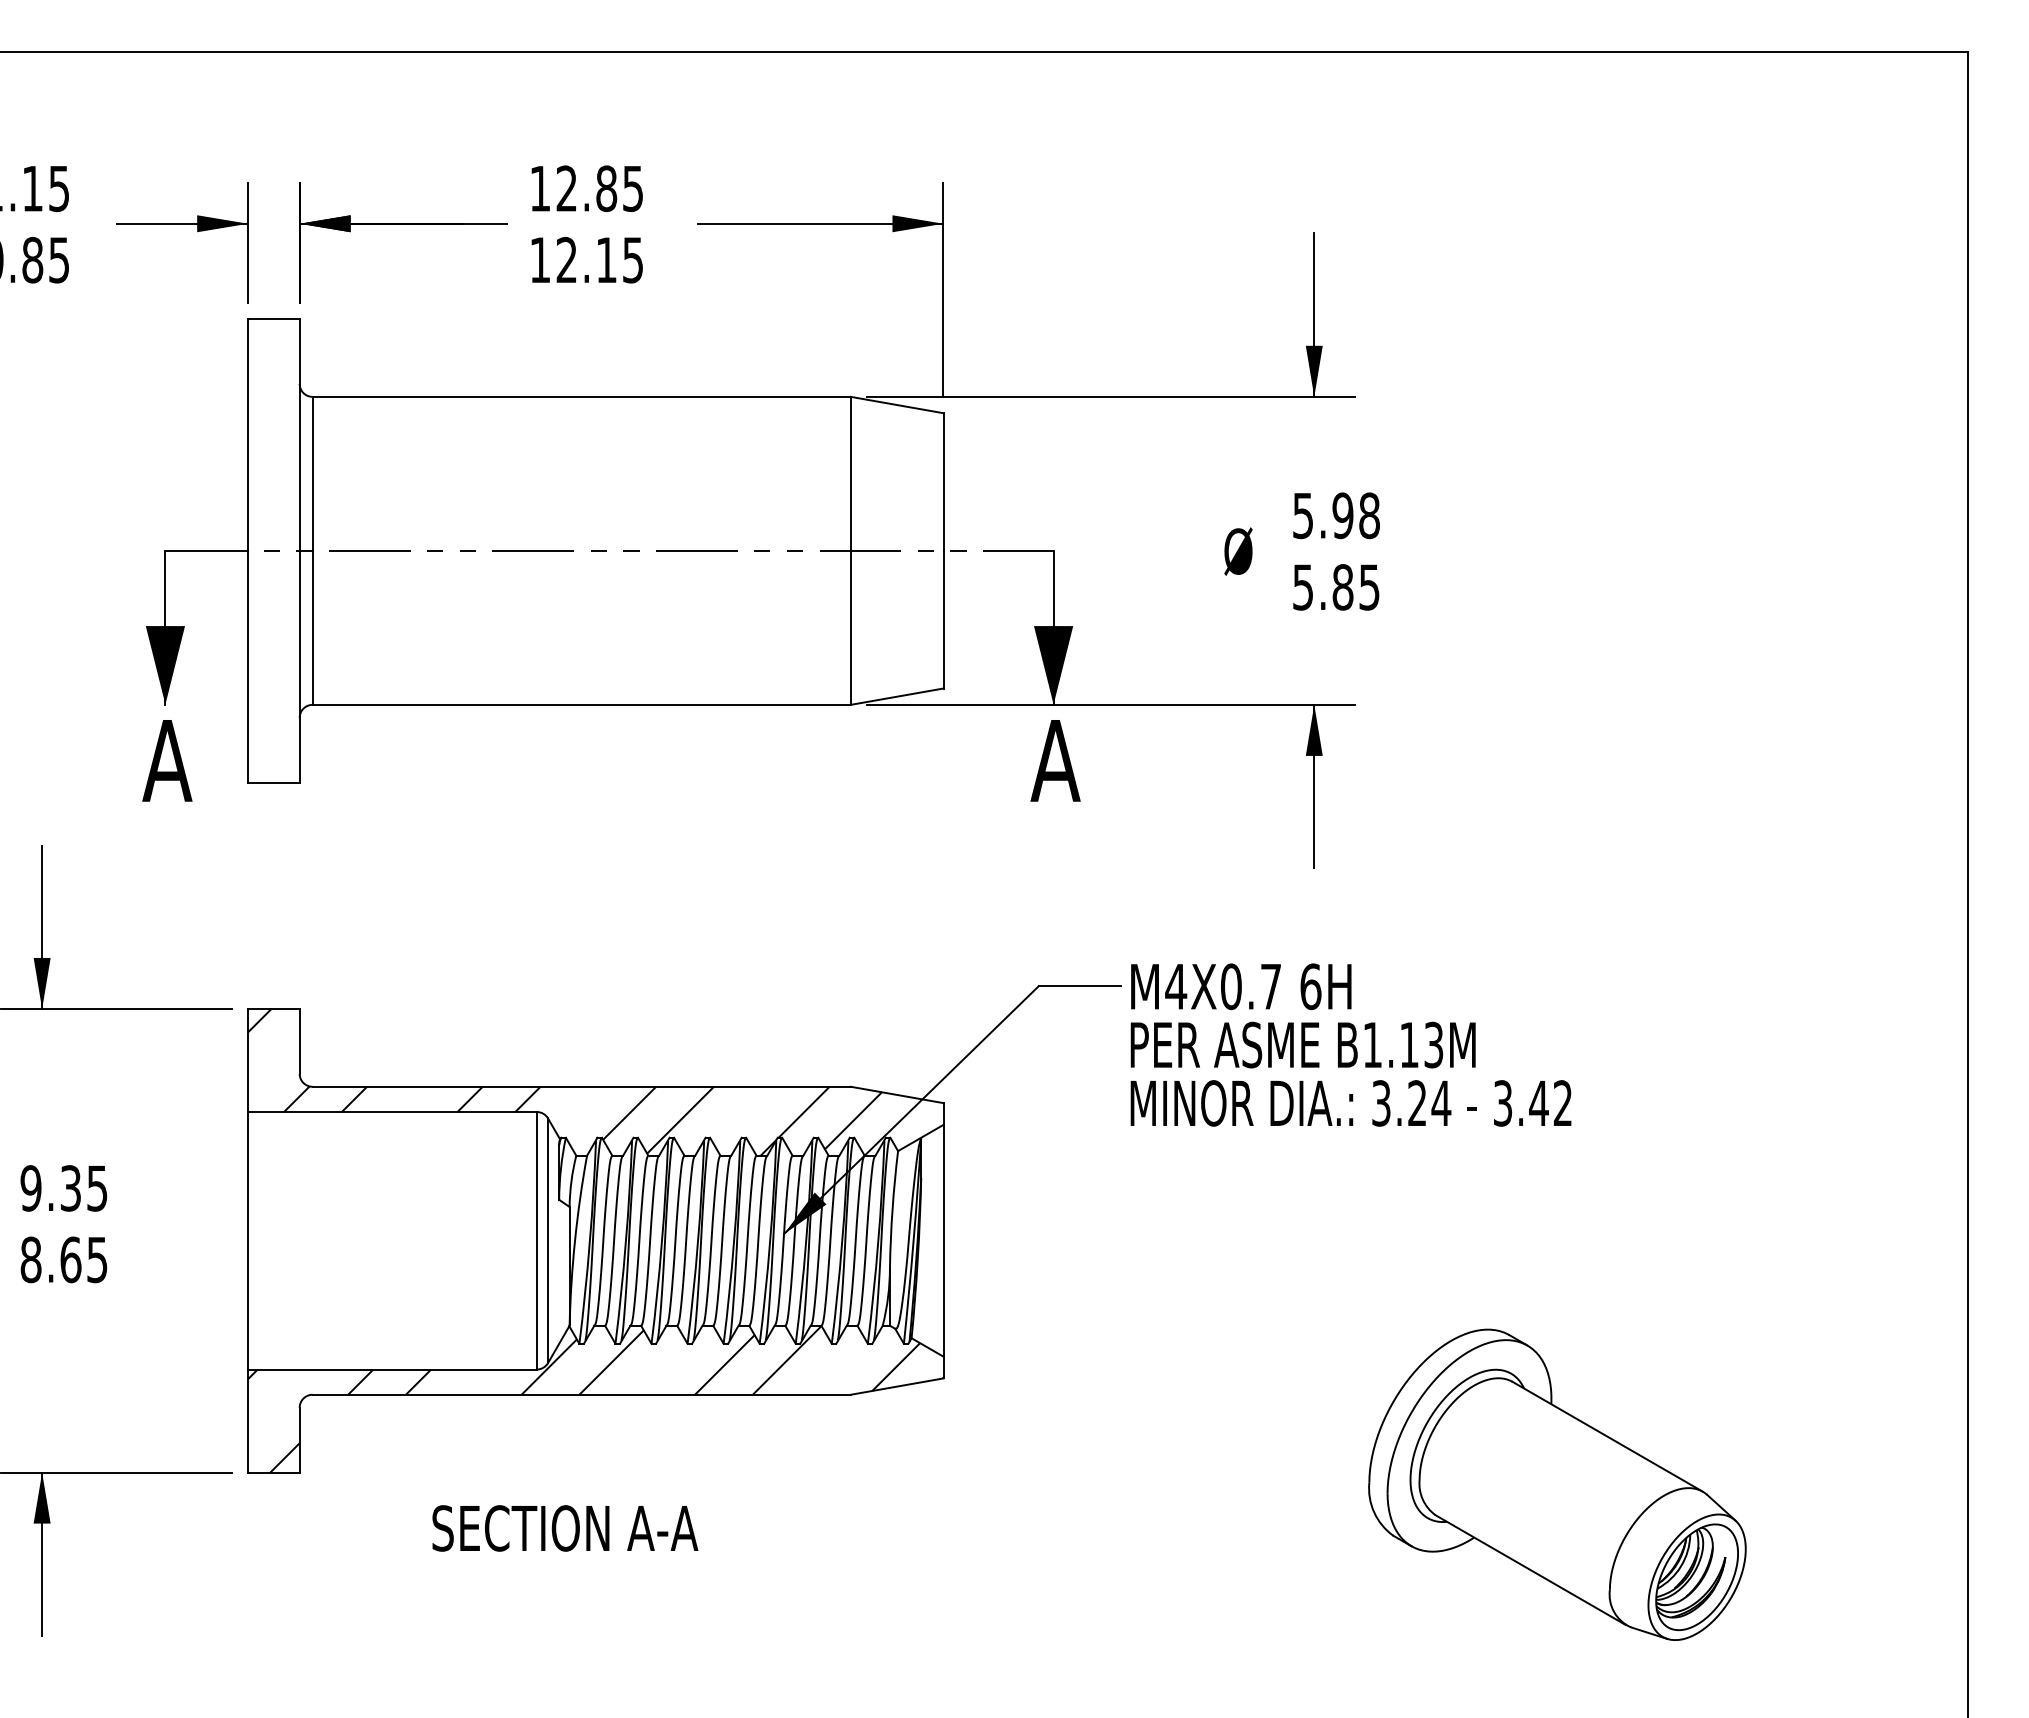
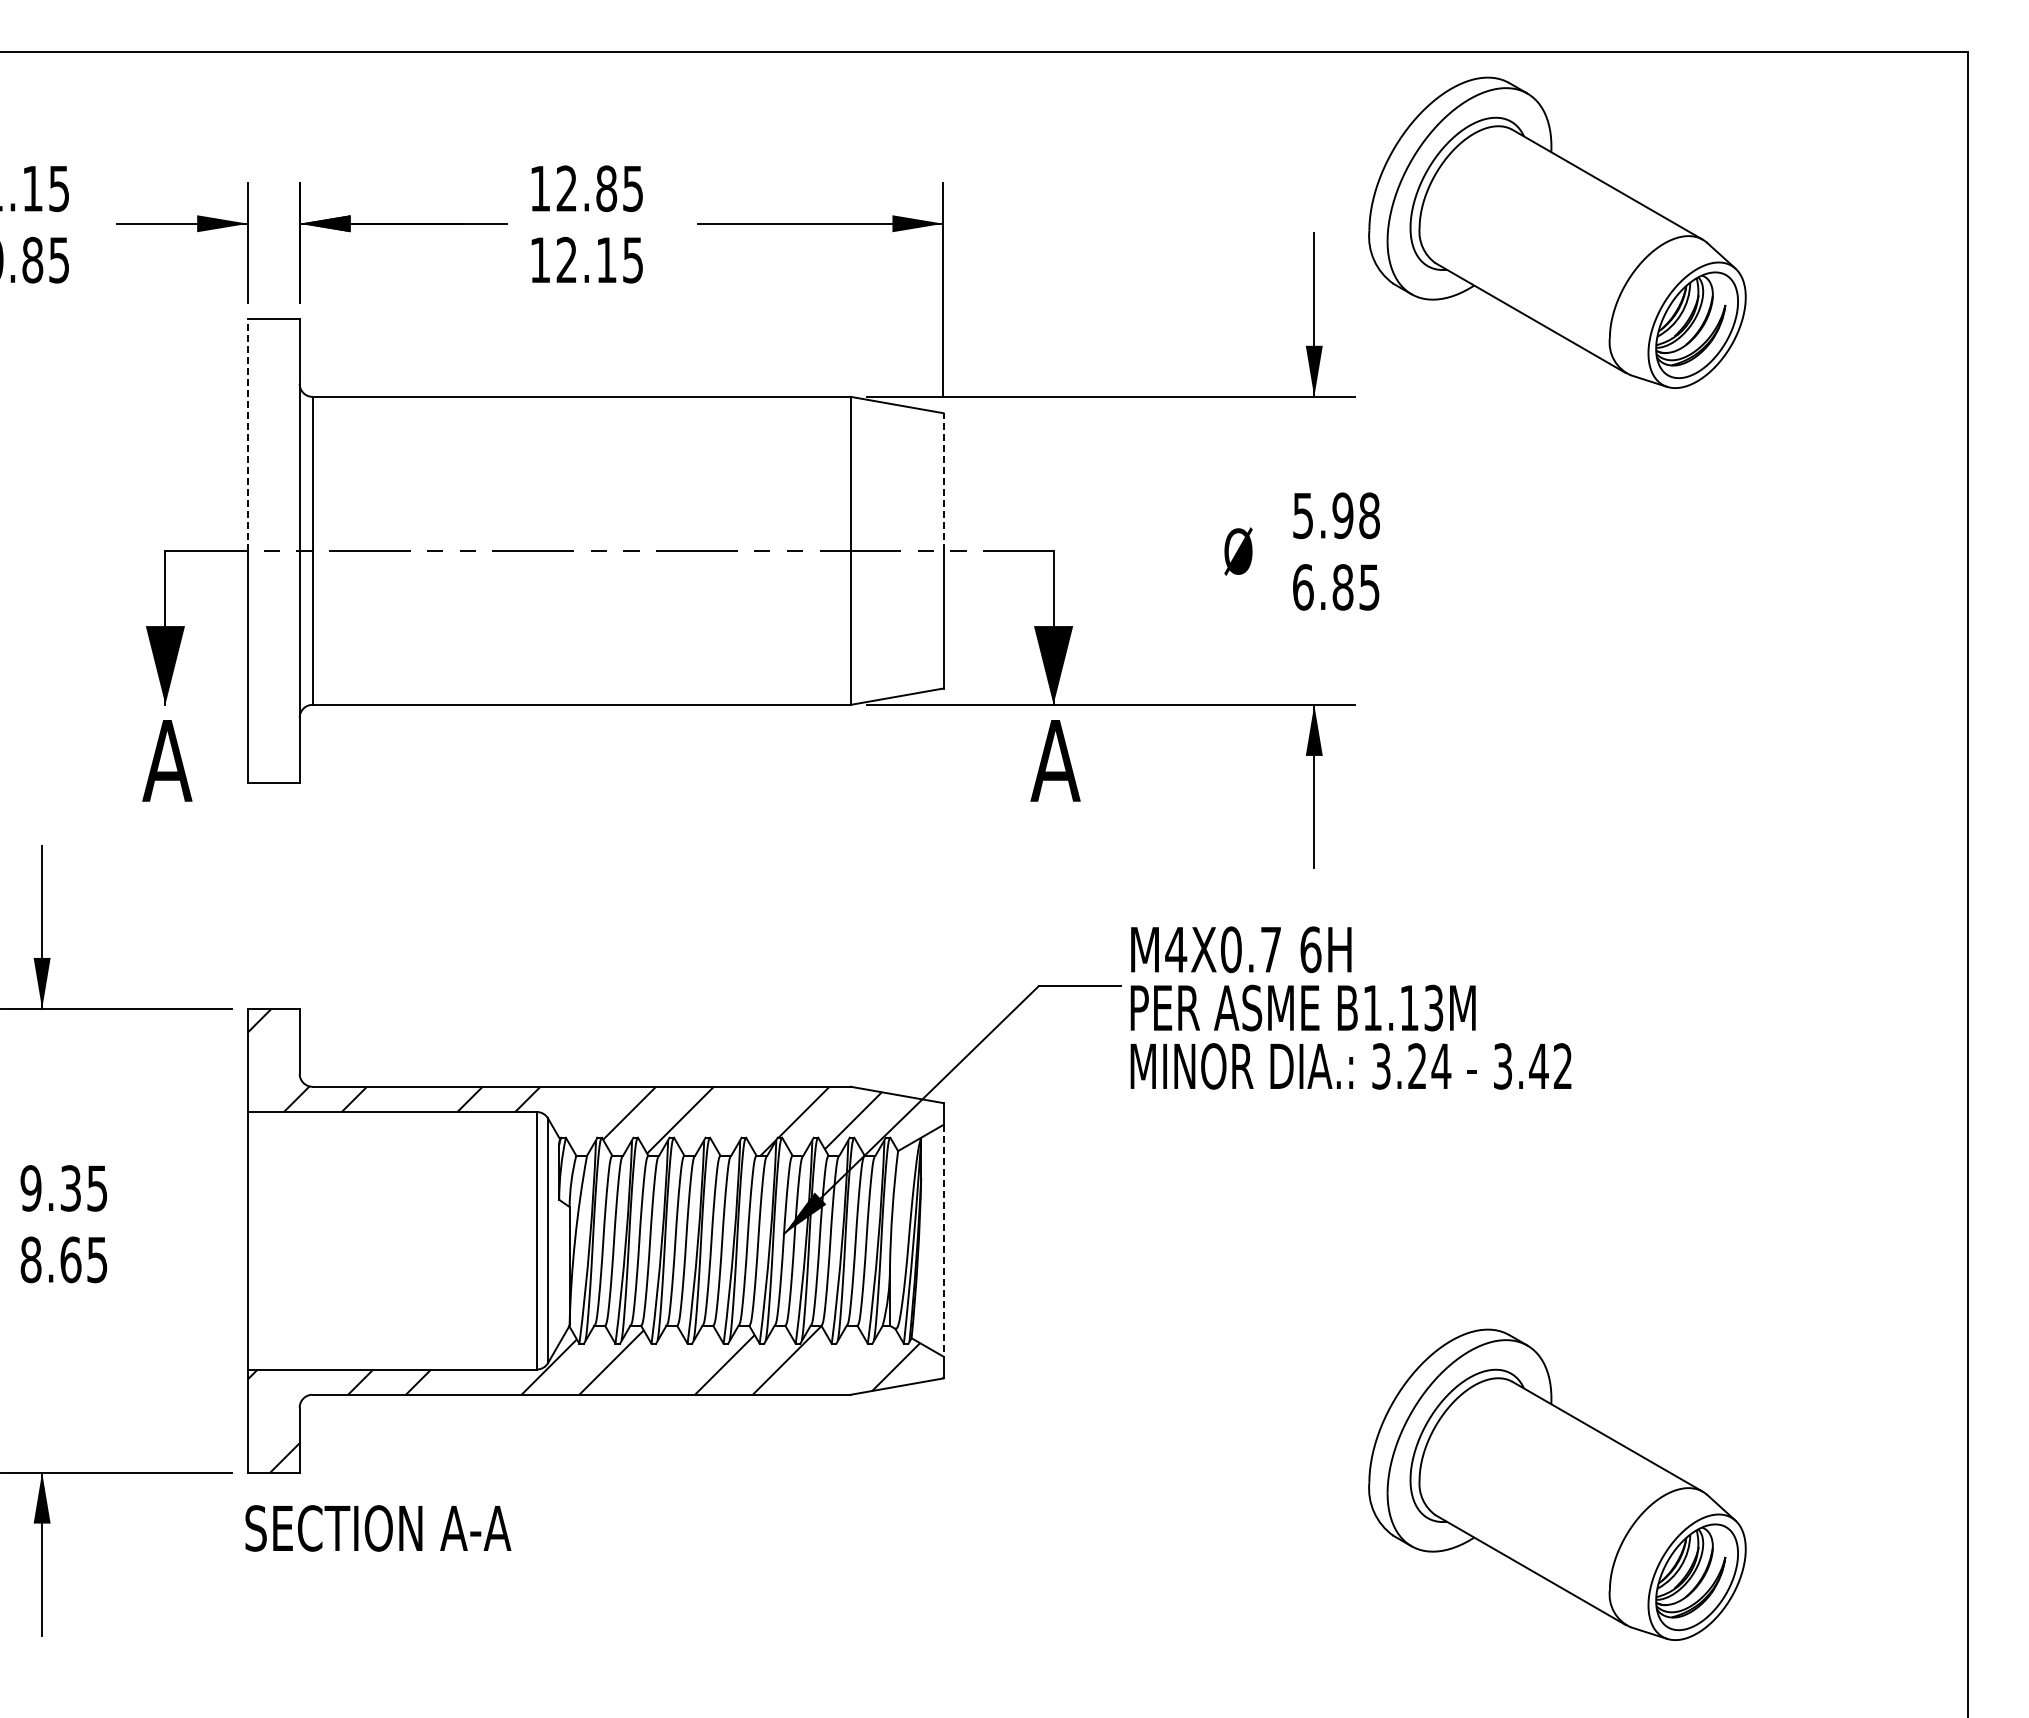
part at (1557, 232): none -> present
line at (248, 434): solid -> dashed
line at (943, 482): solid -> dashed
text at (1303, 587): 5.85 -> 6.85
text at (1350, 1044) position: (1350, 1044) -> (1350, 1007)
line at (943, 1240): solid -> dashed
text at (565, 1528) position: (565, 1528) -> (378, 1528)
